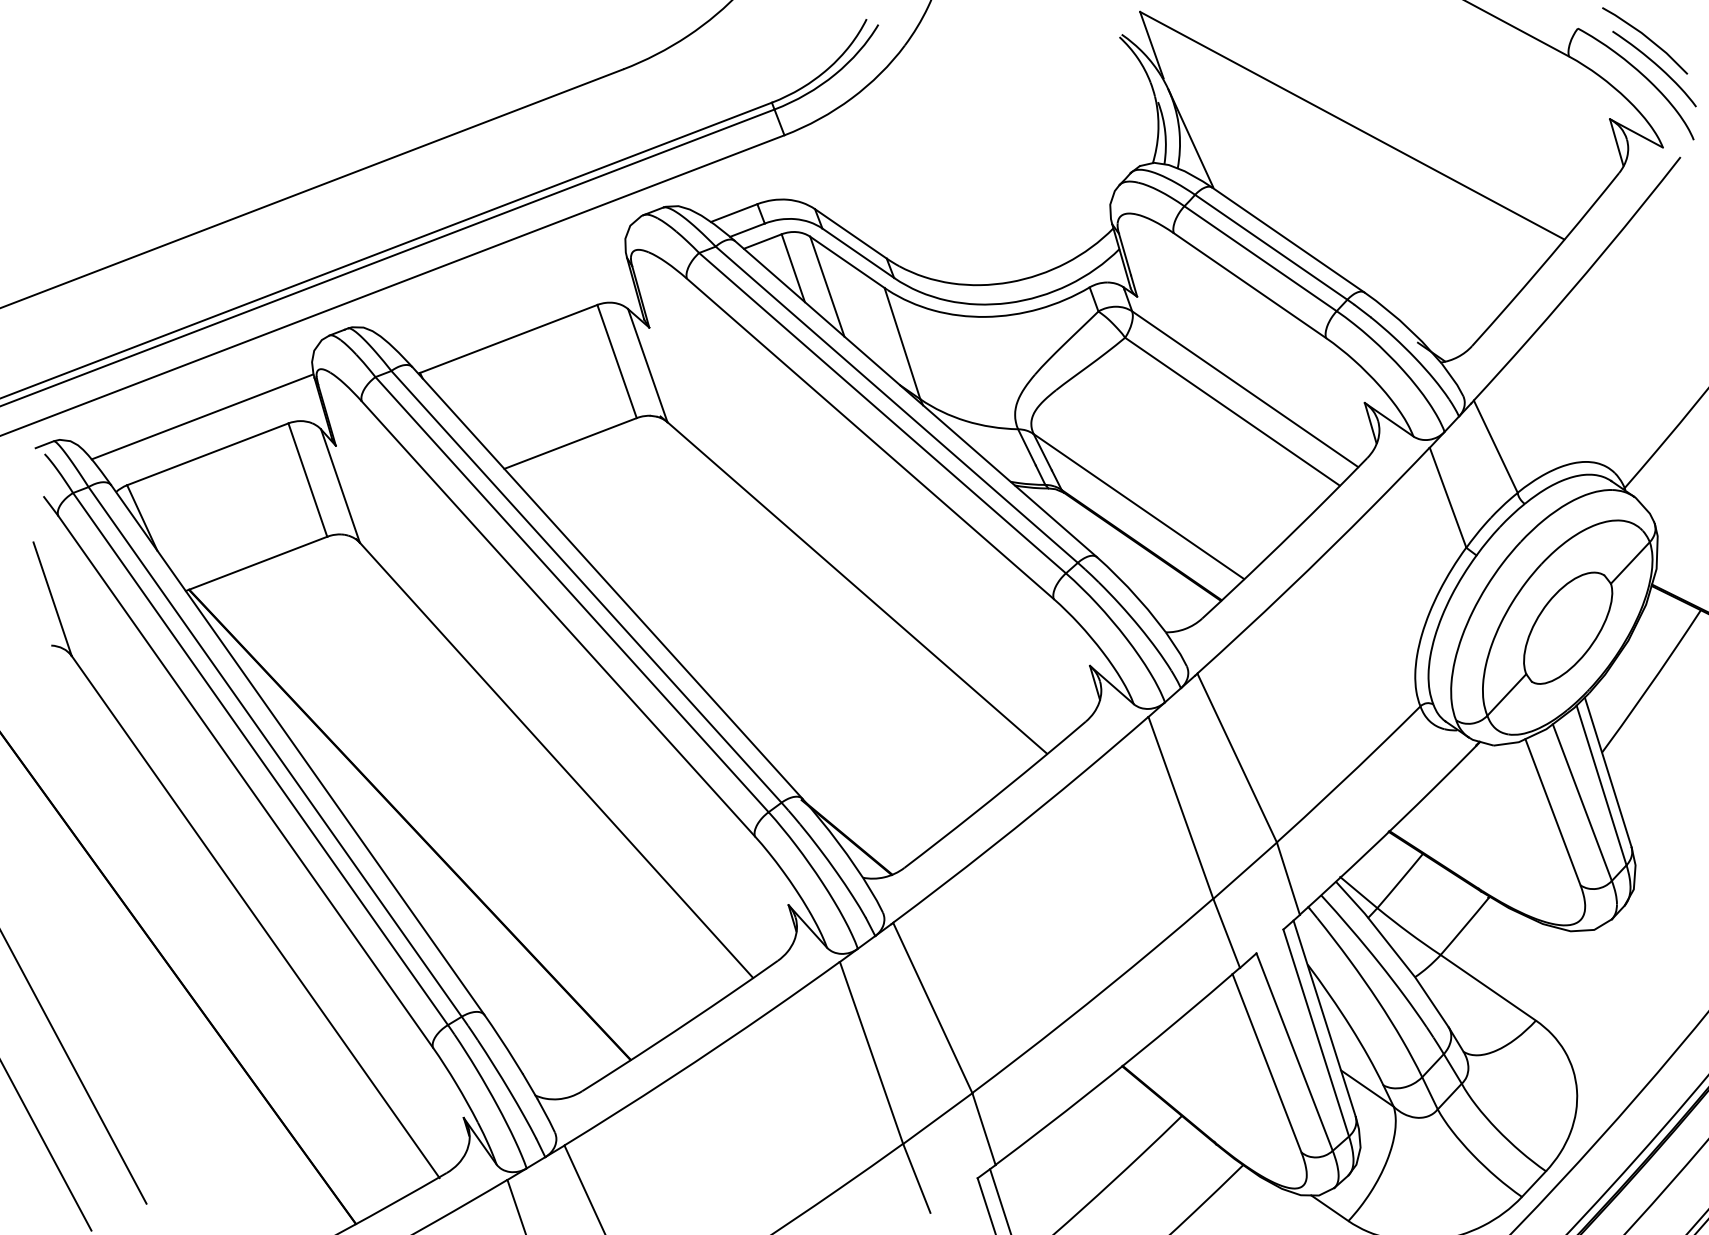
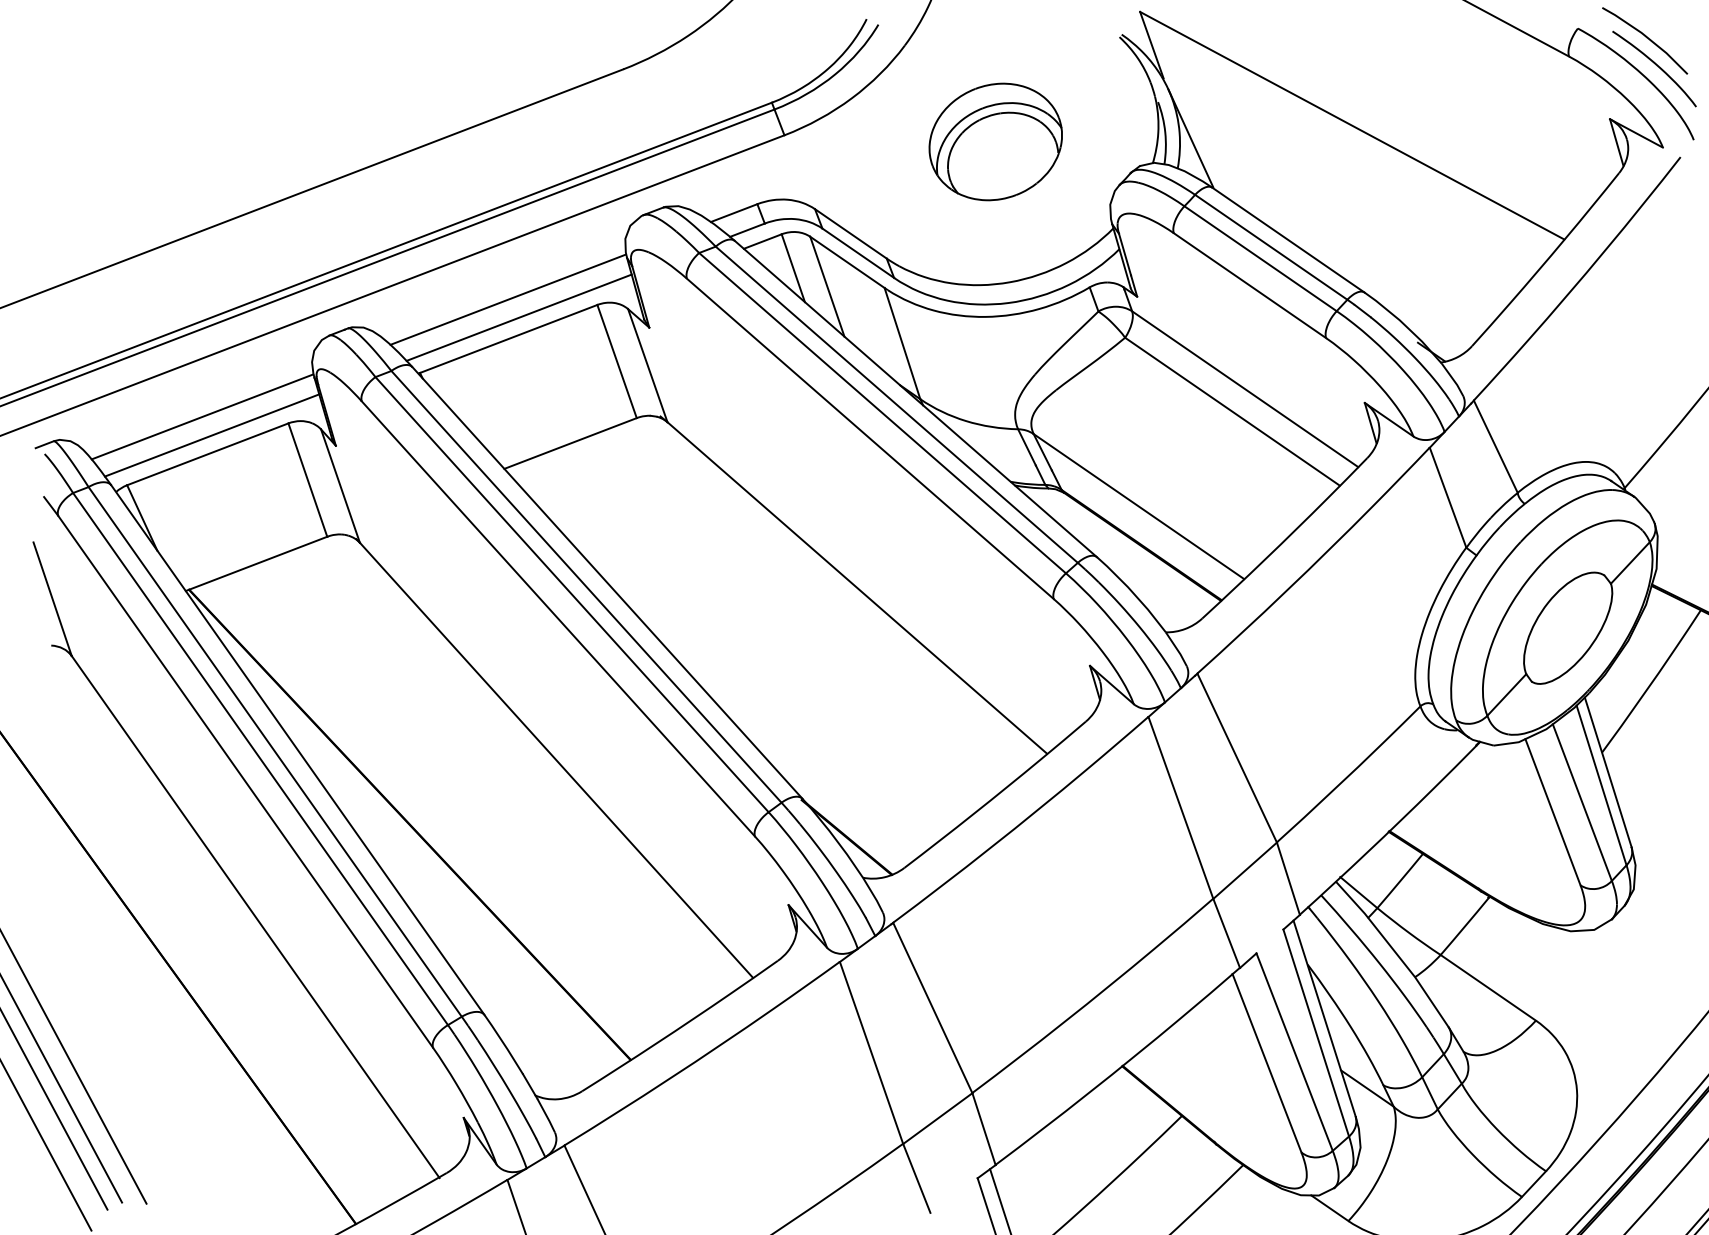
part at (995, 141): none -> present
line at (507, 299): none -> present
line at (518, 317): none -> present
line at (211, 435): none -> present
line at (62, 1090): none -> present
line at (54, 1110): none -> present
